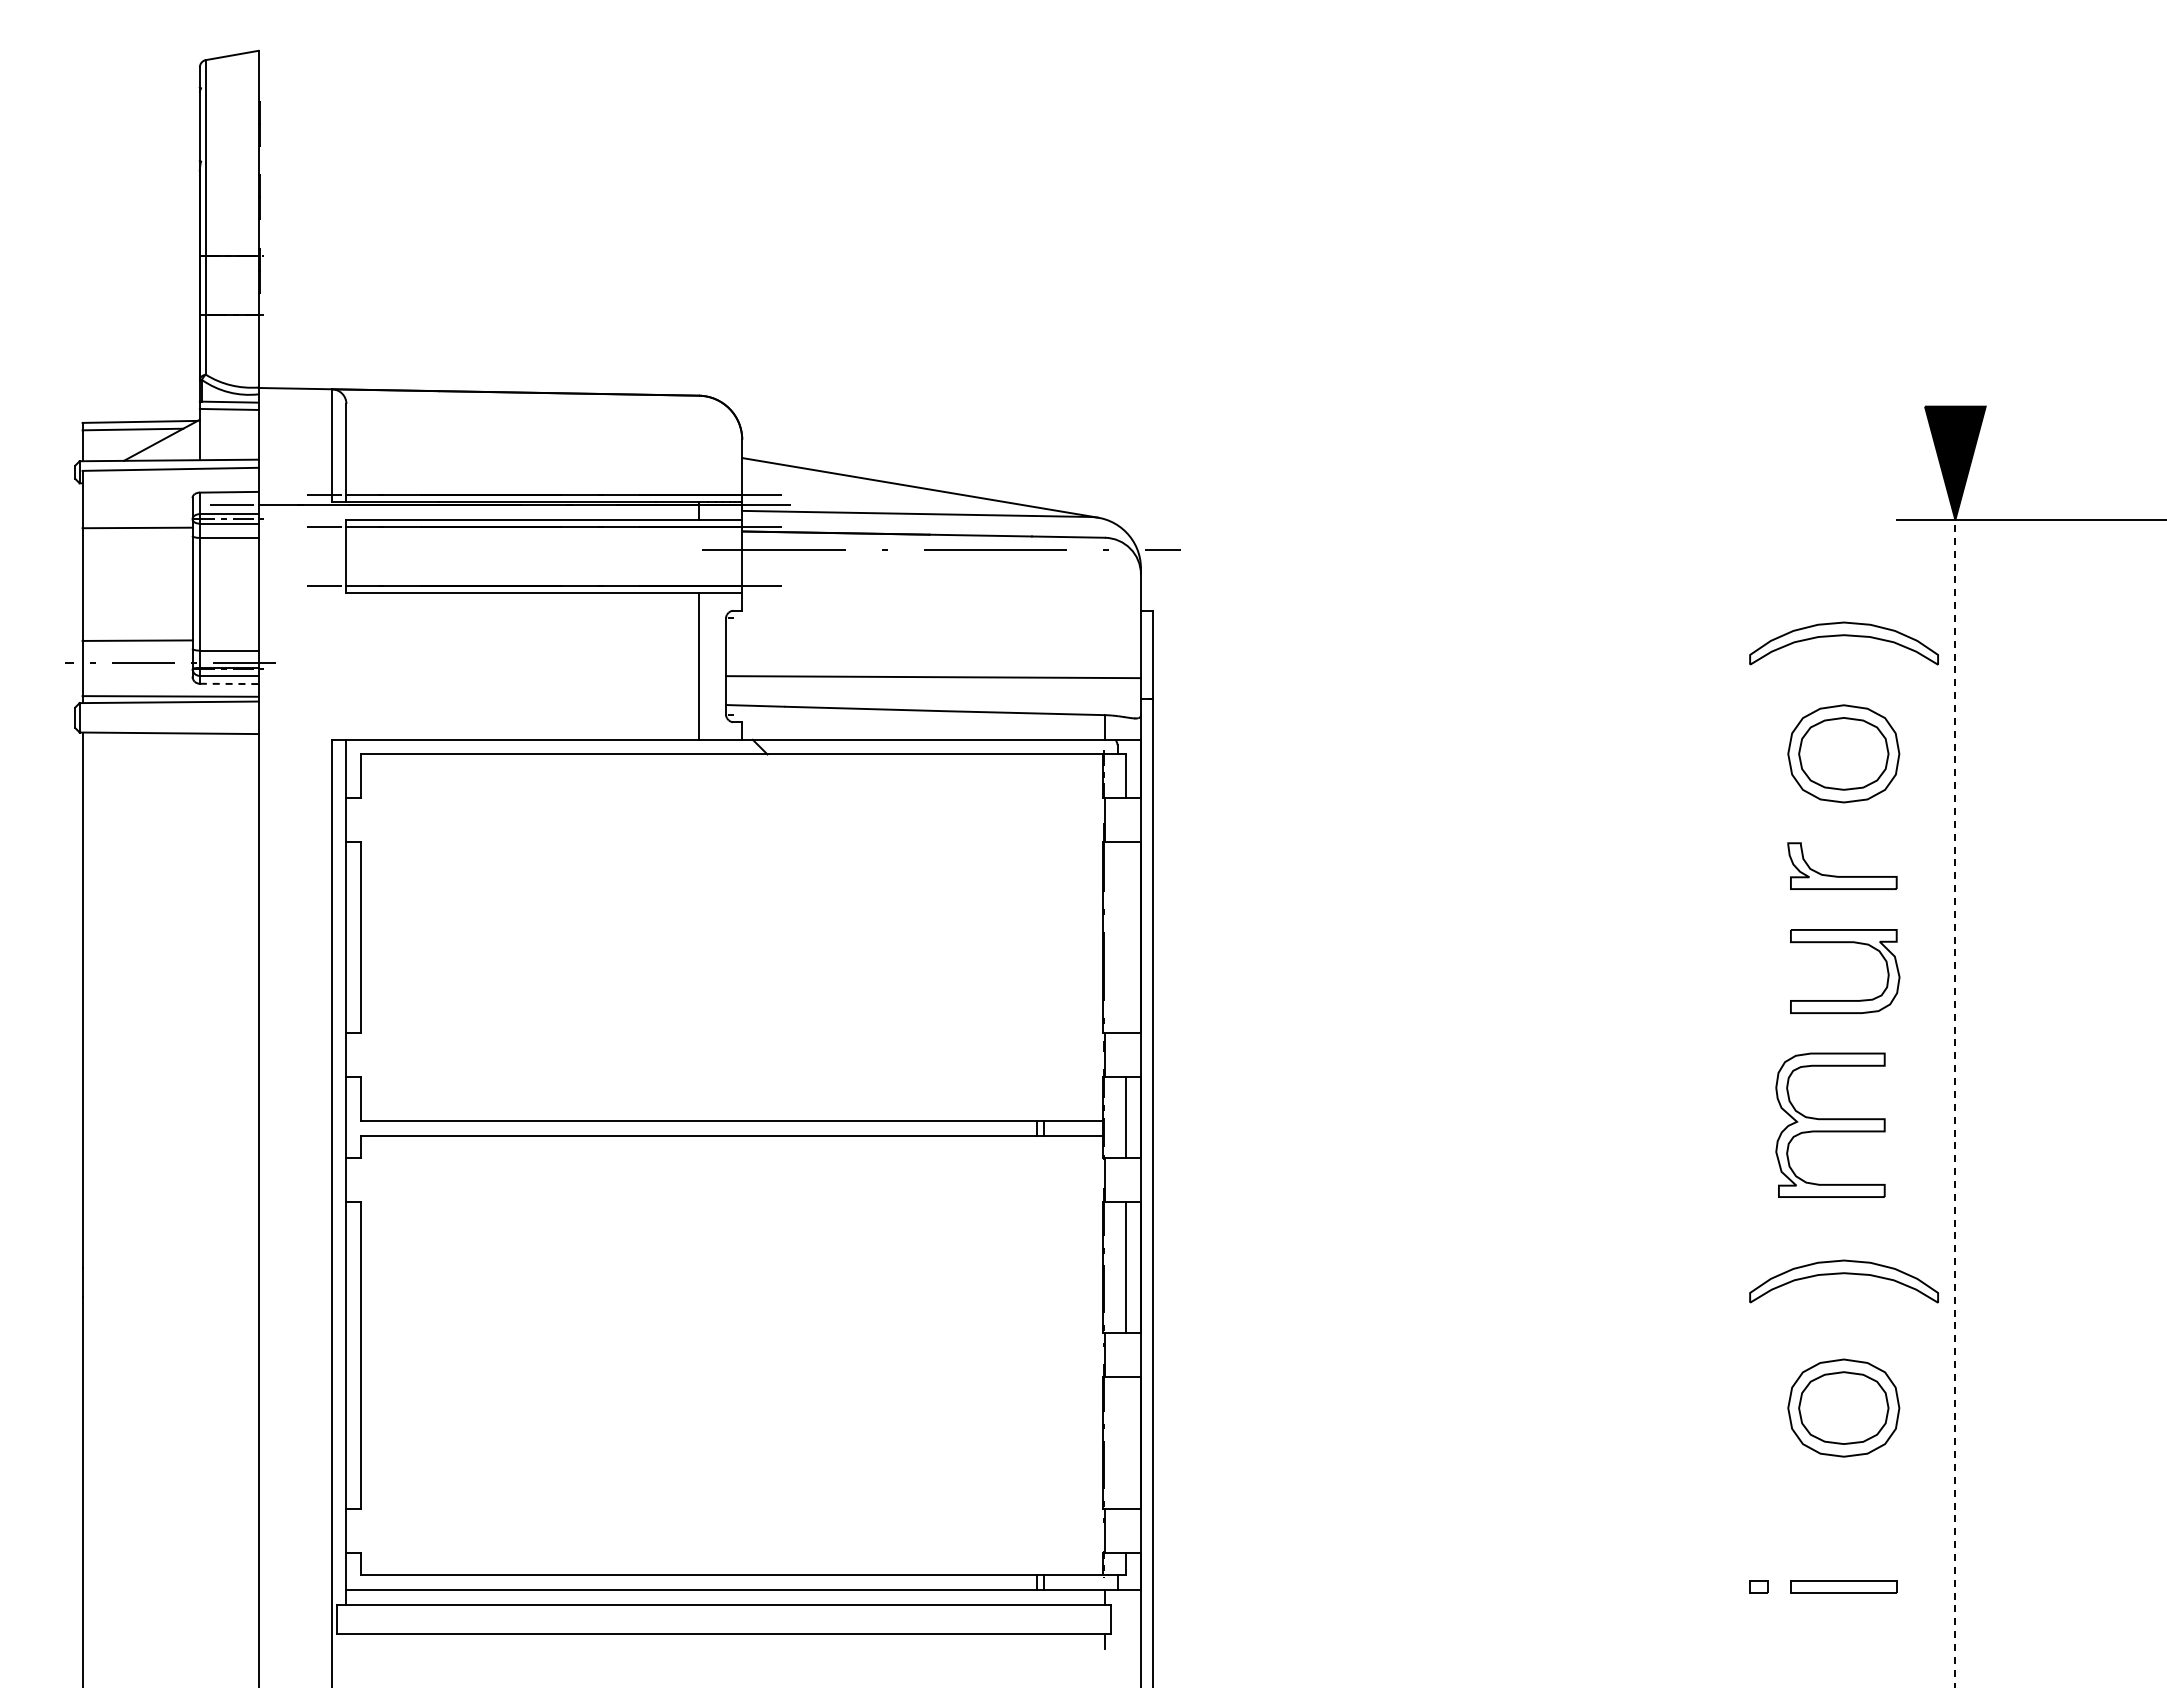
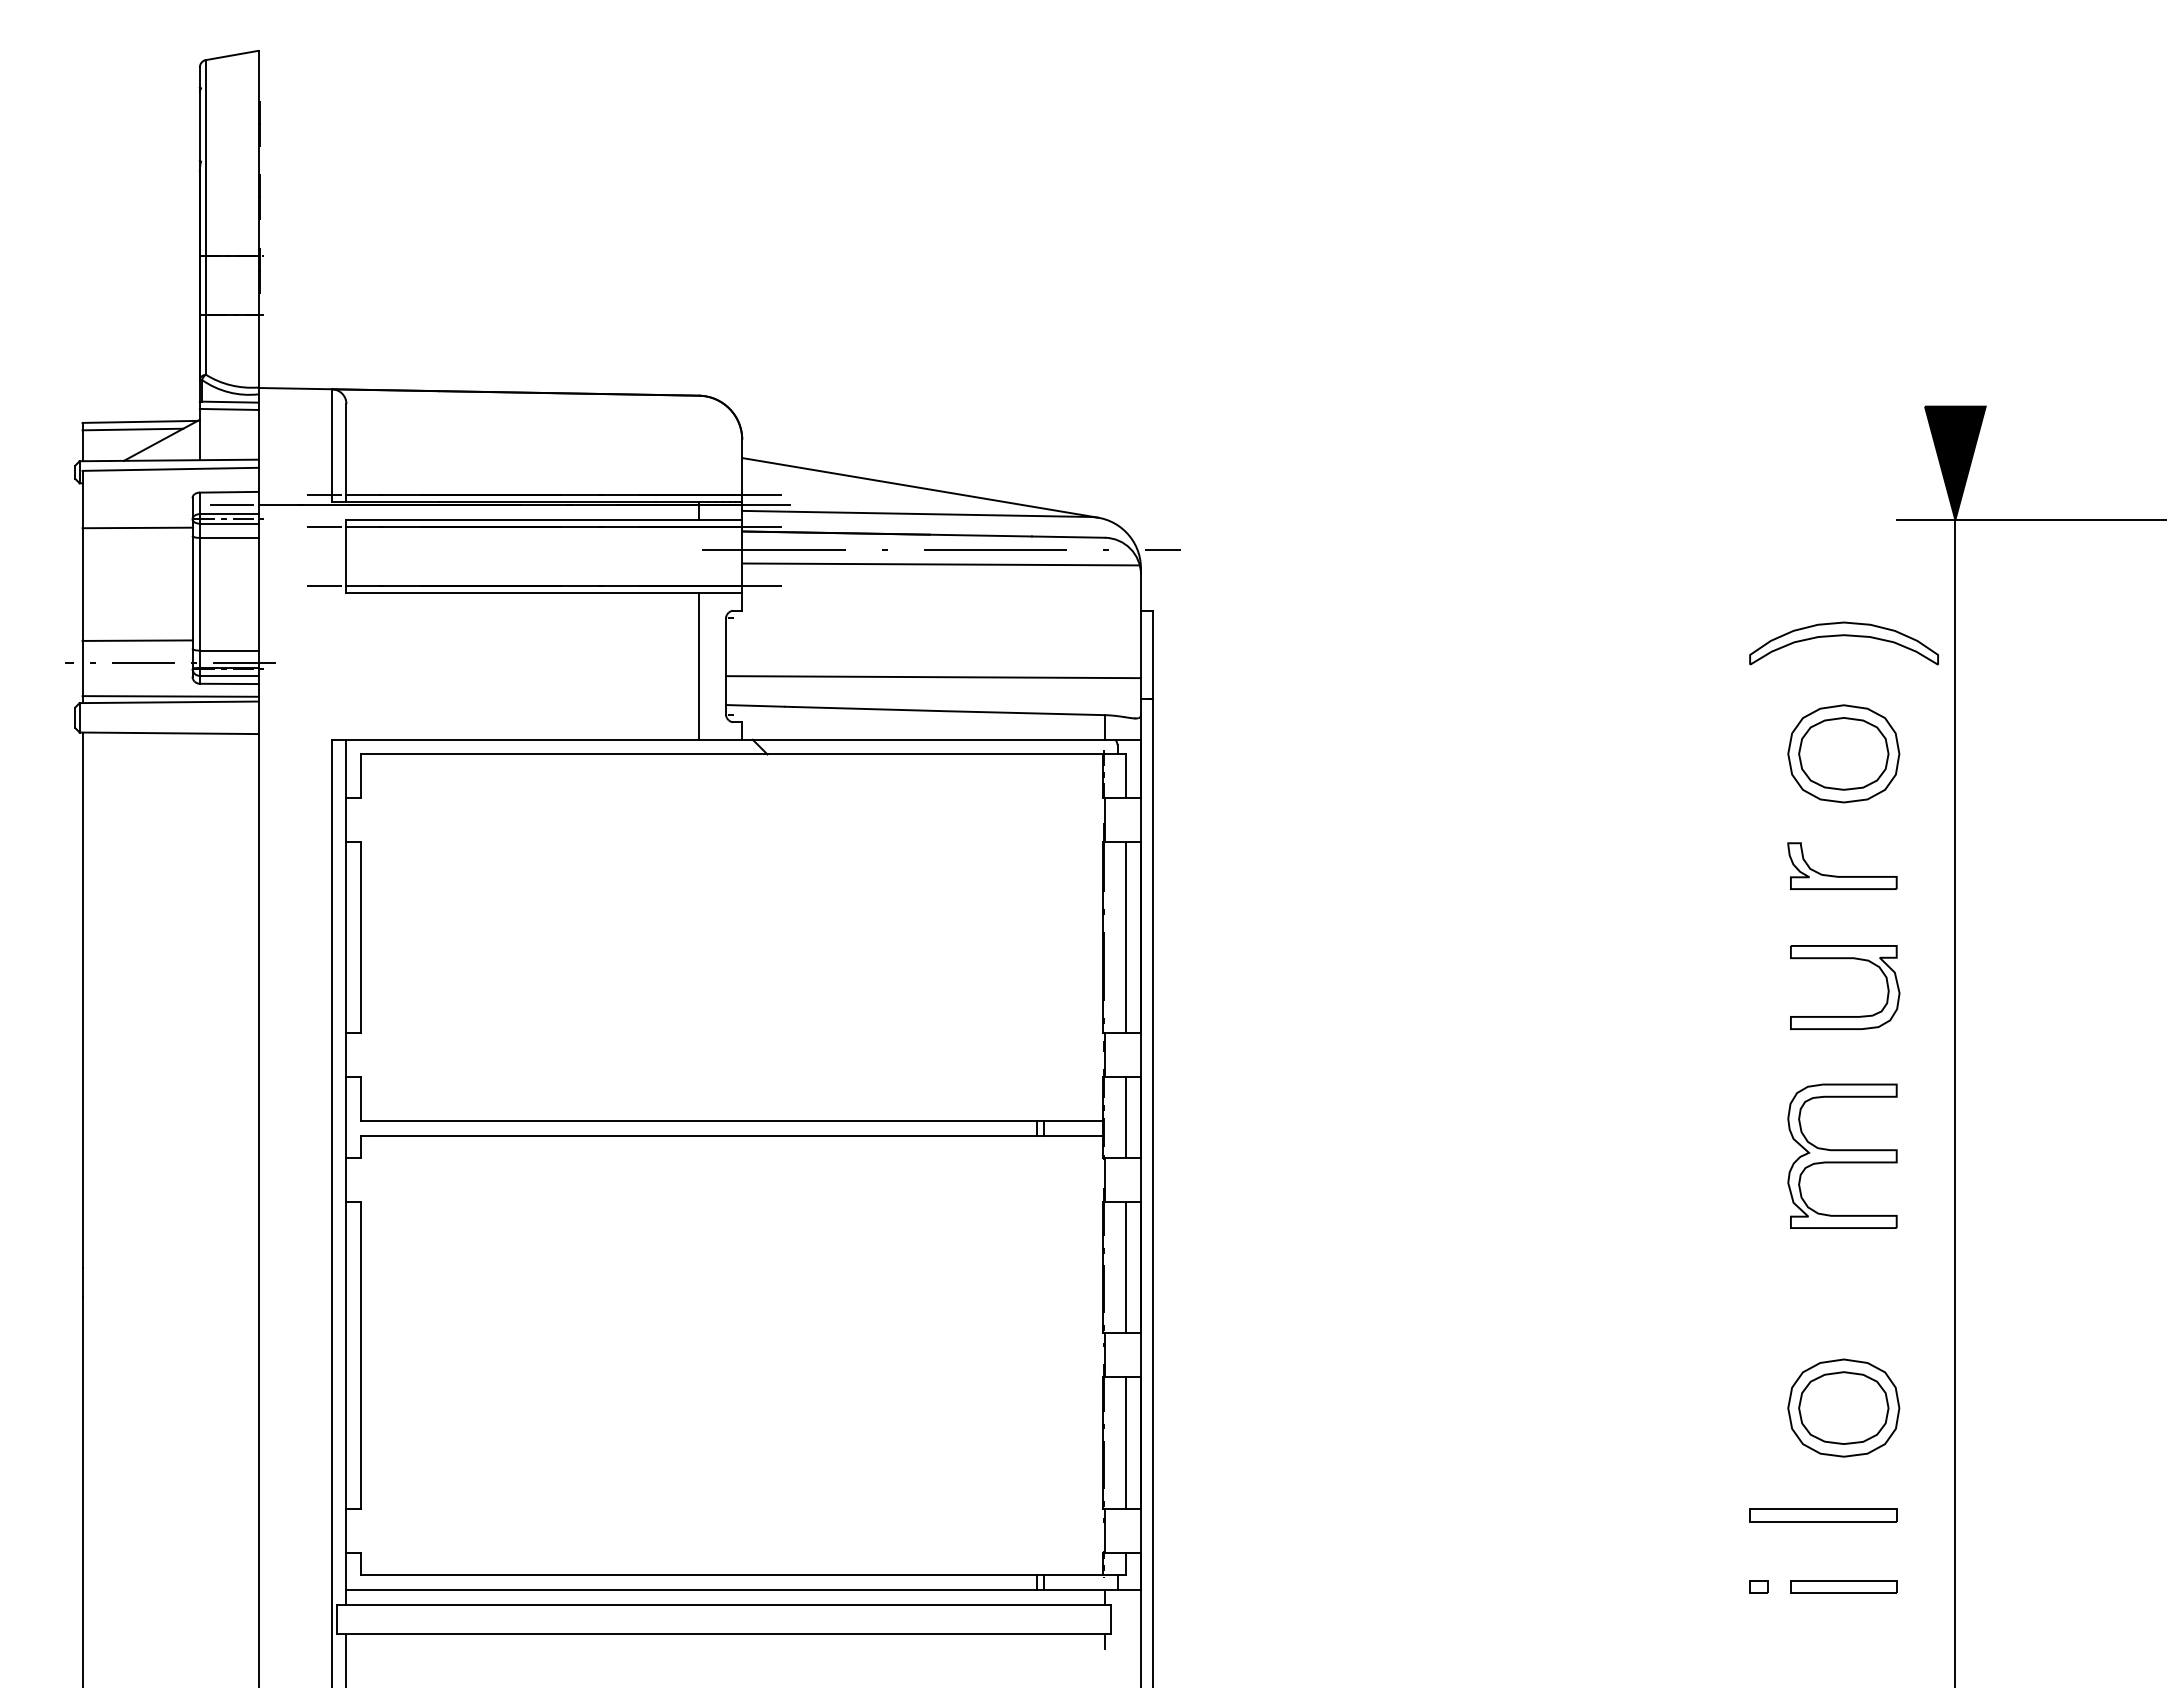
line at (940, 564): none -> present
line at (229, 683): dashed -> solid
line at (1126, 937): none -> present
part at (1845, 943) position: (1845, 943) -> (1845, 959)
line at (1955, 1103): dashed -> solid
part at (1830, 1124) position: (1830, 1124) -> (1842, 1155)
part at (1843, 1274): present -> none
line at (1126, 1443): none -> present
part at (1823, 1515): none -> present
line at (346, 1658): none -> present
